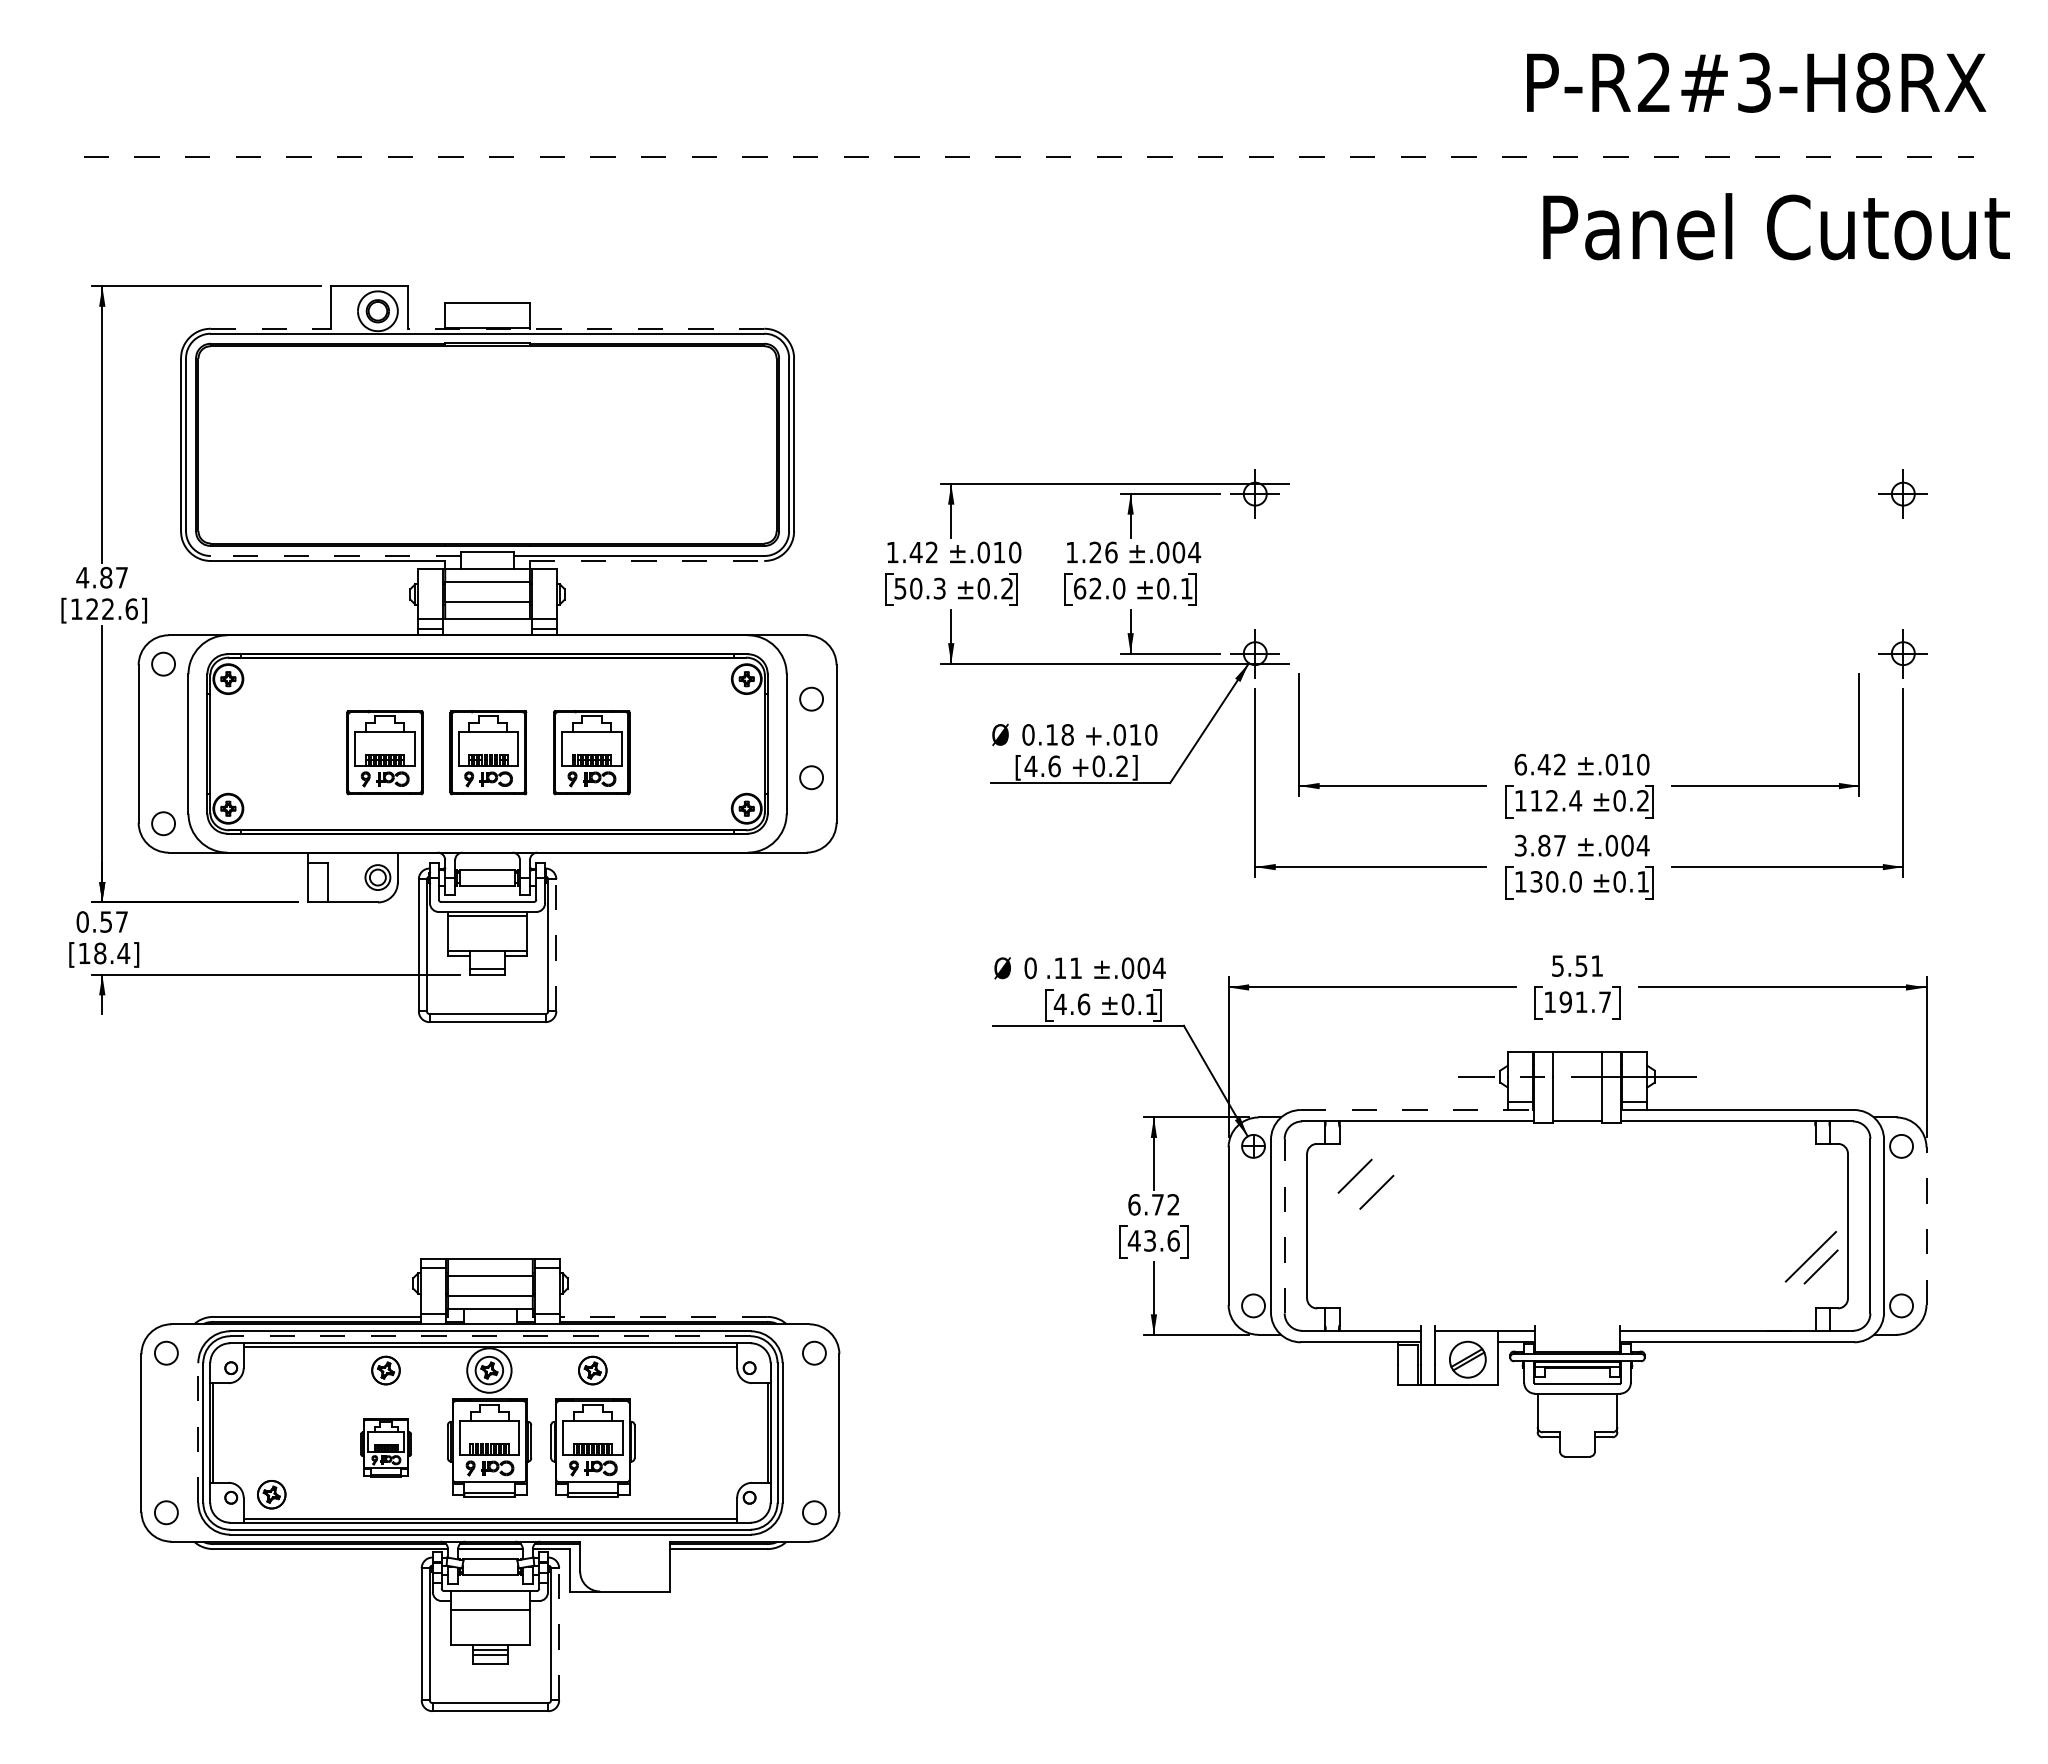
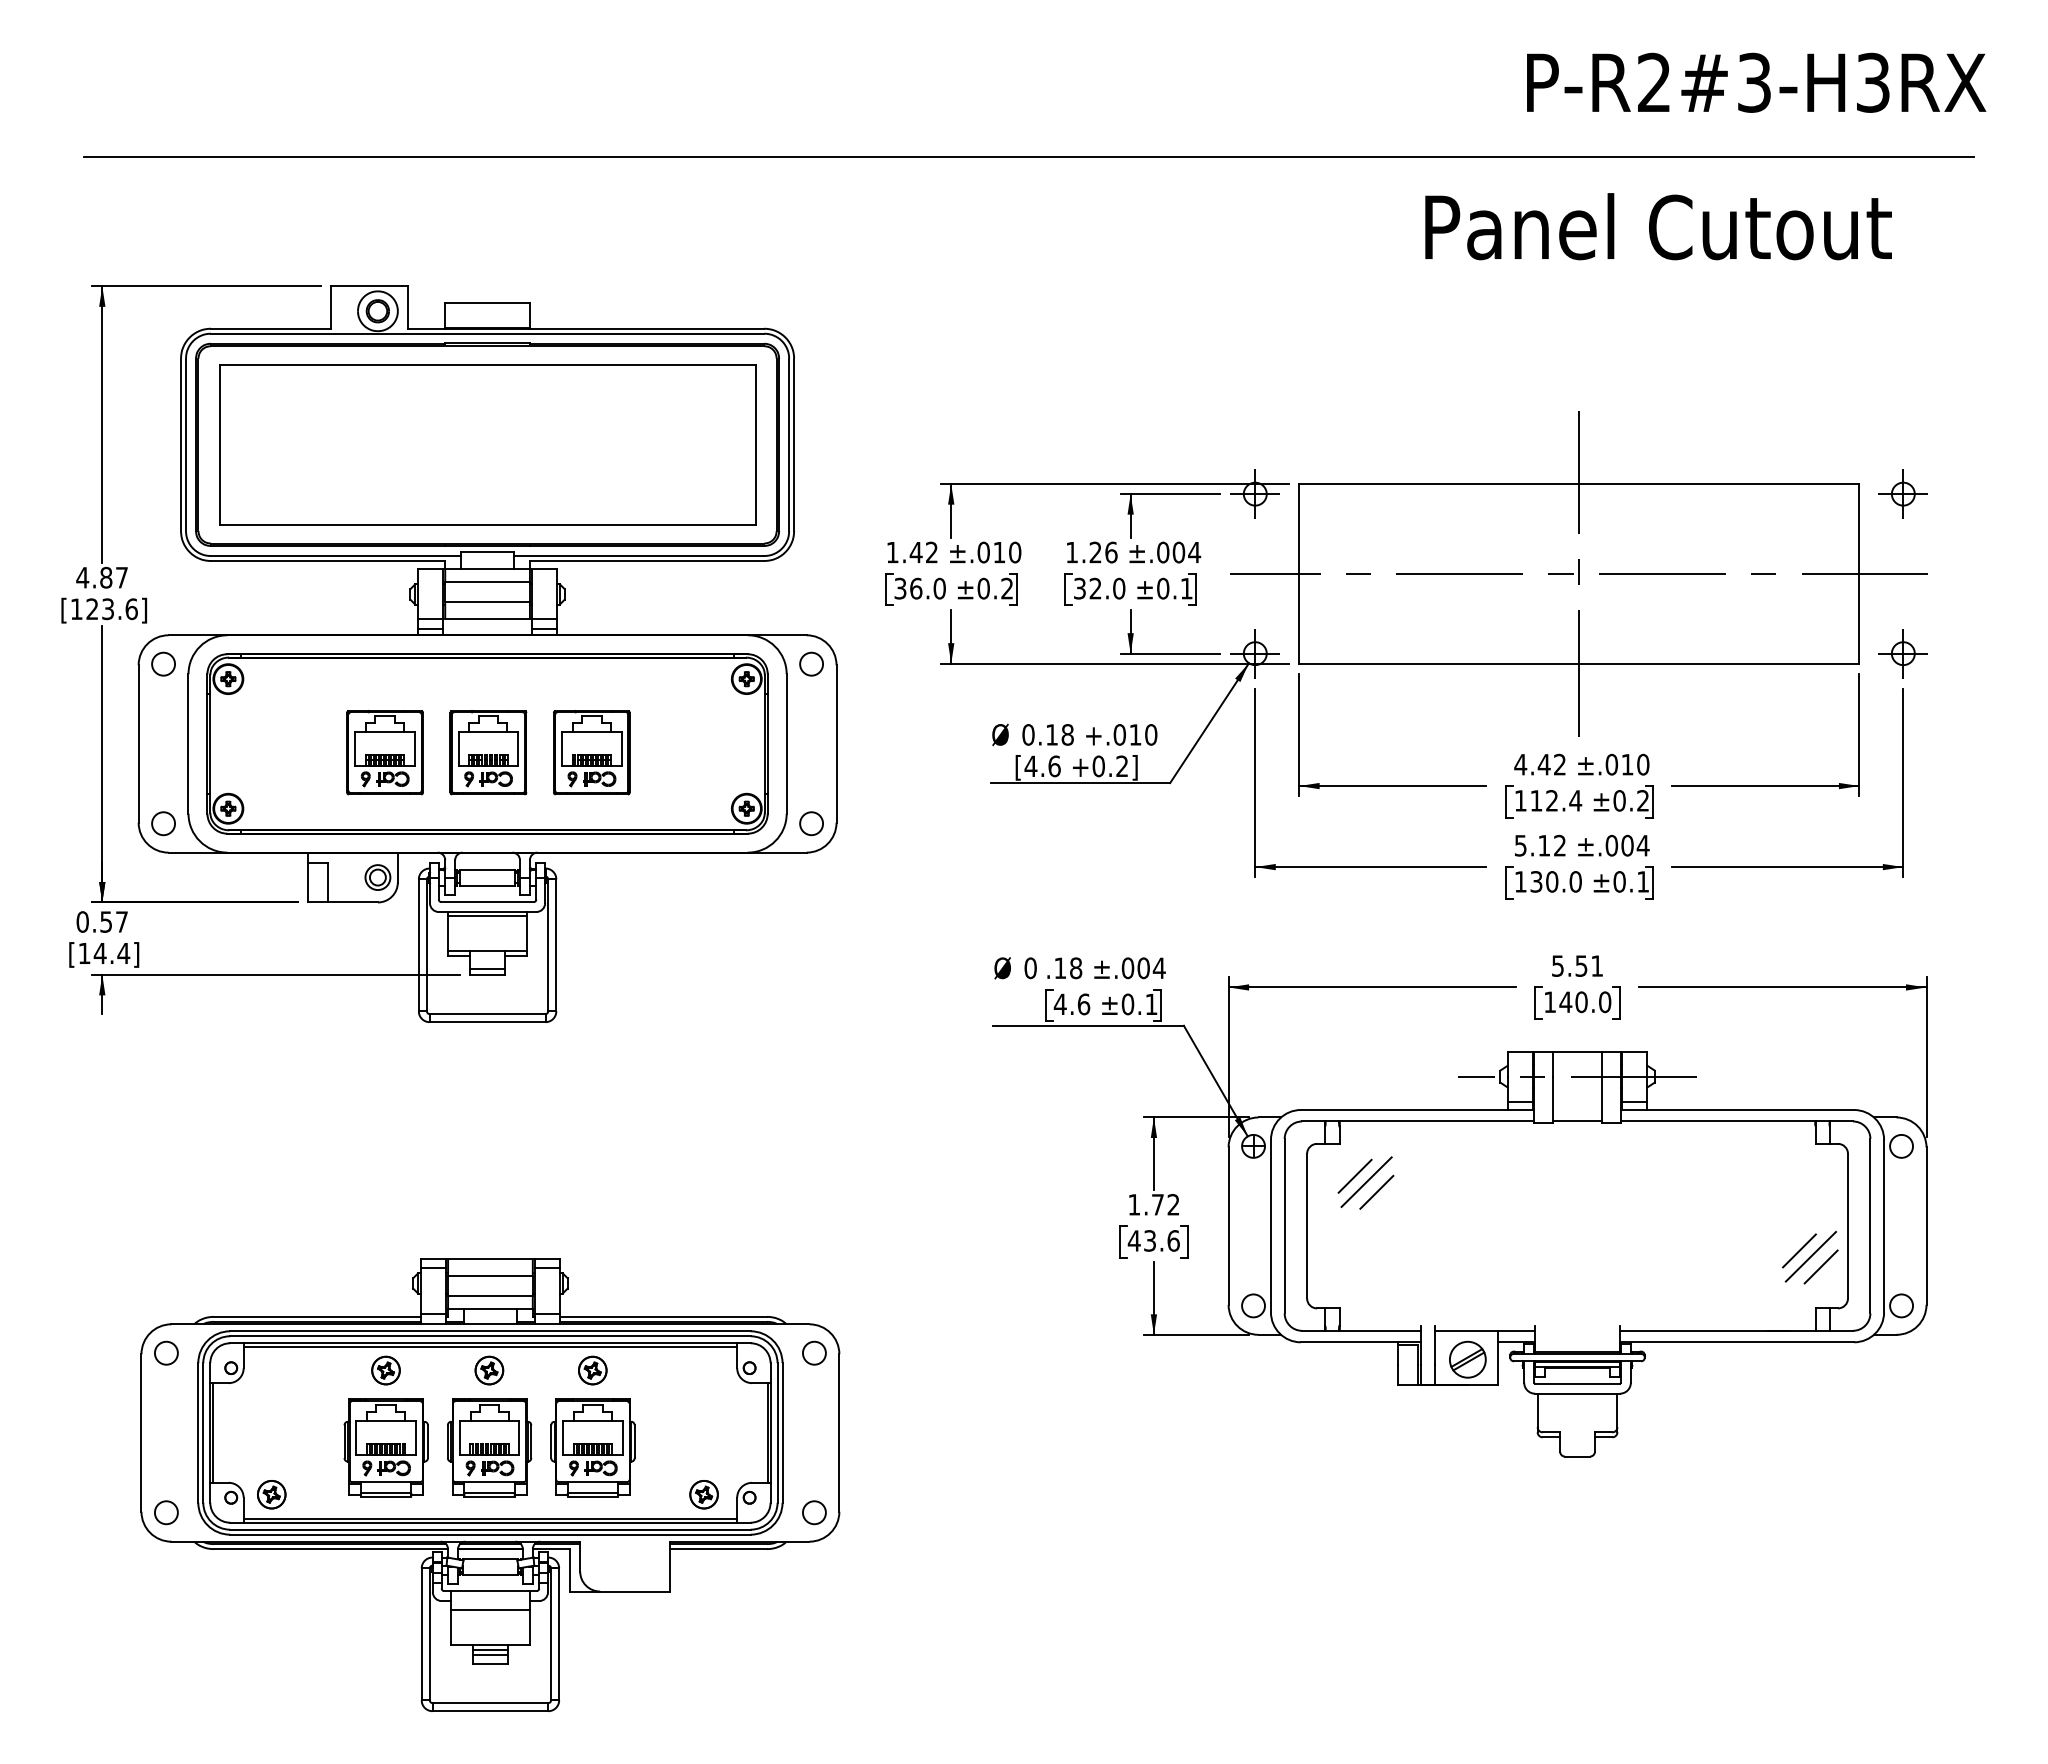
text at (1873, 82): P-R2#3-H8RX -> P-R2#3-H3RX
line at (1029, 157): dashed -> solid
text at (1776, 226) position: (1776, 226) -> (1658, 226)
line at (270, 328): dashed -> solid
line at (585, 328): dashed -> solid
part at (487, 444): none -> present
line at (335, 556): dashed -> solid
line at (647, 561): dashed -> solid
part at (1578, 573): none -> present
text at (920, 588): 50.3 -> 36.0
text at (1080, 588): 62.0 -> 32.0
text at (107, 609): [122.6] -> [123.6]
circle at (811, 698) position: (811, 698) -> (811, 663)
text at (1520, 764): 6.42 -> 4.42
circle at (811, 777) position: (811, 777) -> (811, 823)
text at (1540, 845): 3.87 -> 5.12
line at (556, 944): dashed -> solid
text at (99, 953): [18.4] -> [14.4]
text at (1076, 968): .11 -> .18
text at (1585, 1002): 191.7 -> 140.0
line at (1417, 1110): dashed -> solid
line at (1366, 1181): none -> present
text at (1134, 1204): 6.72 -> 1.72
line at (1284, 1225): dashed -> solid
line at (1926, 1226): dashed -> solid
line at (1799, 1250): none -> present
line at (663, 1316): dashed -> solid
line at (489, 1336): dashed -> solid
circle at (489, 1370) diameter: 44 px -> 28 px
line at (198, 1432): dashed -> solid
part at (385, 1447) size: 52x60 px -> 86x100 px
part at (703, 1494): none -> present
line at (559, 1633): dashed -> solid
